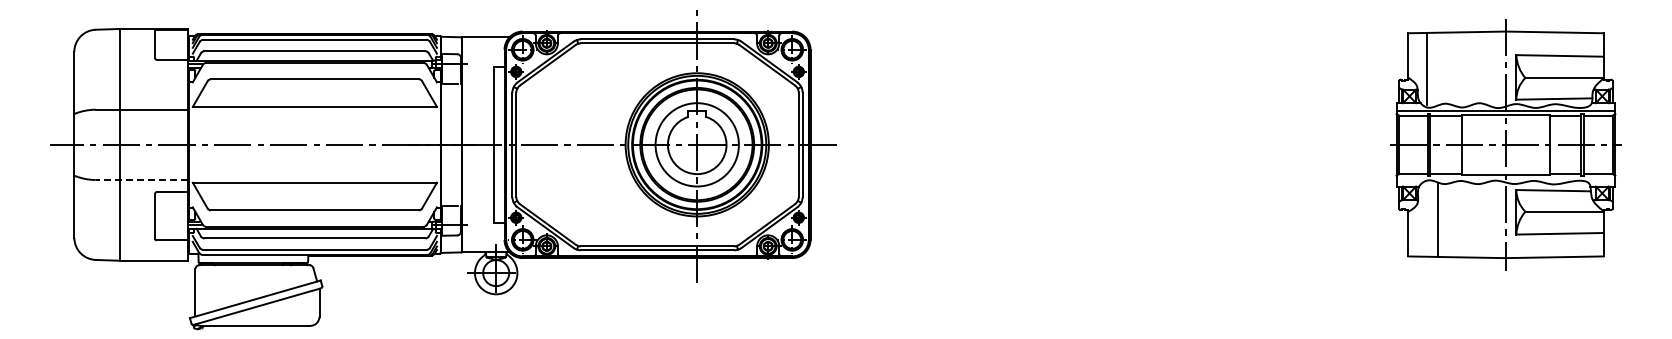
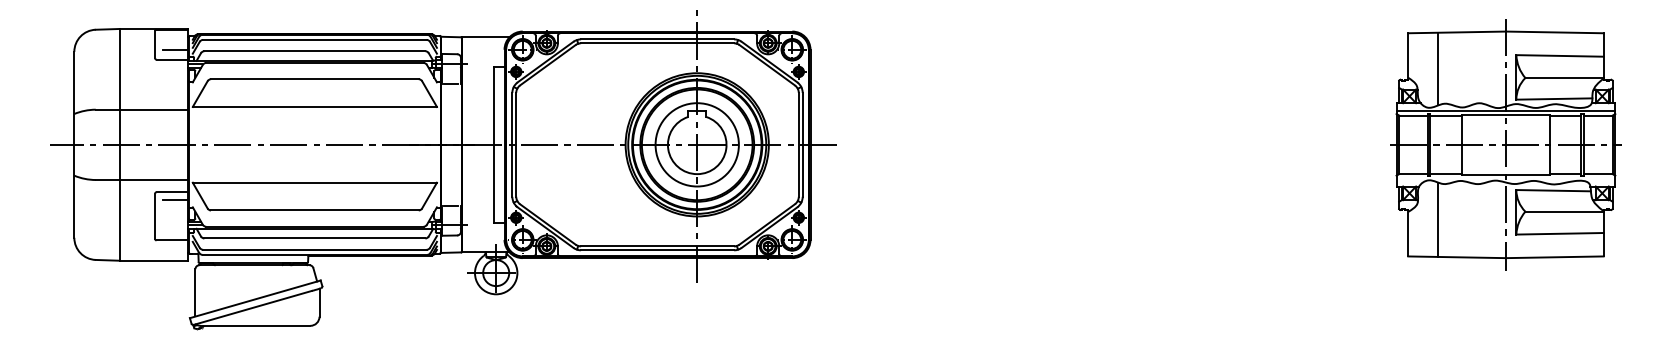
line at (175, 49): none -> present
line at (1427, 68) position: (1427, 68) -> (1438, 68)
line at (141, 180): dashed -> solid
line at (175, 200): none -> present
